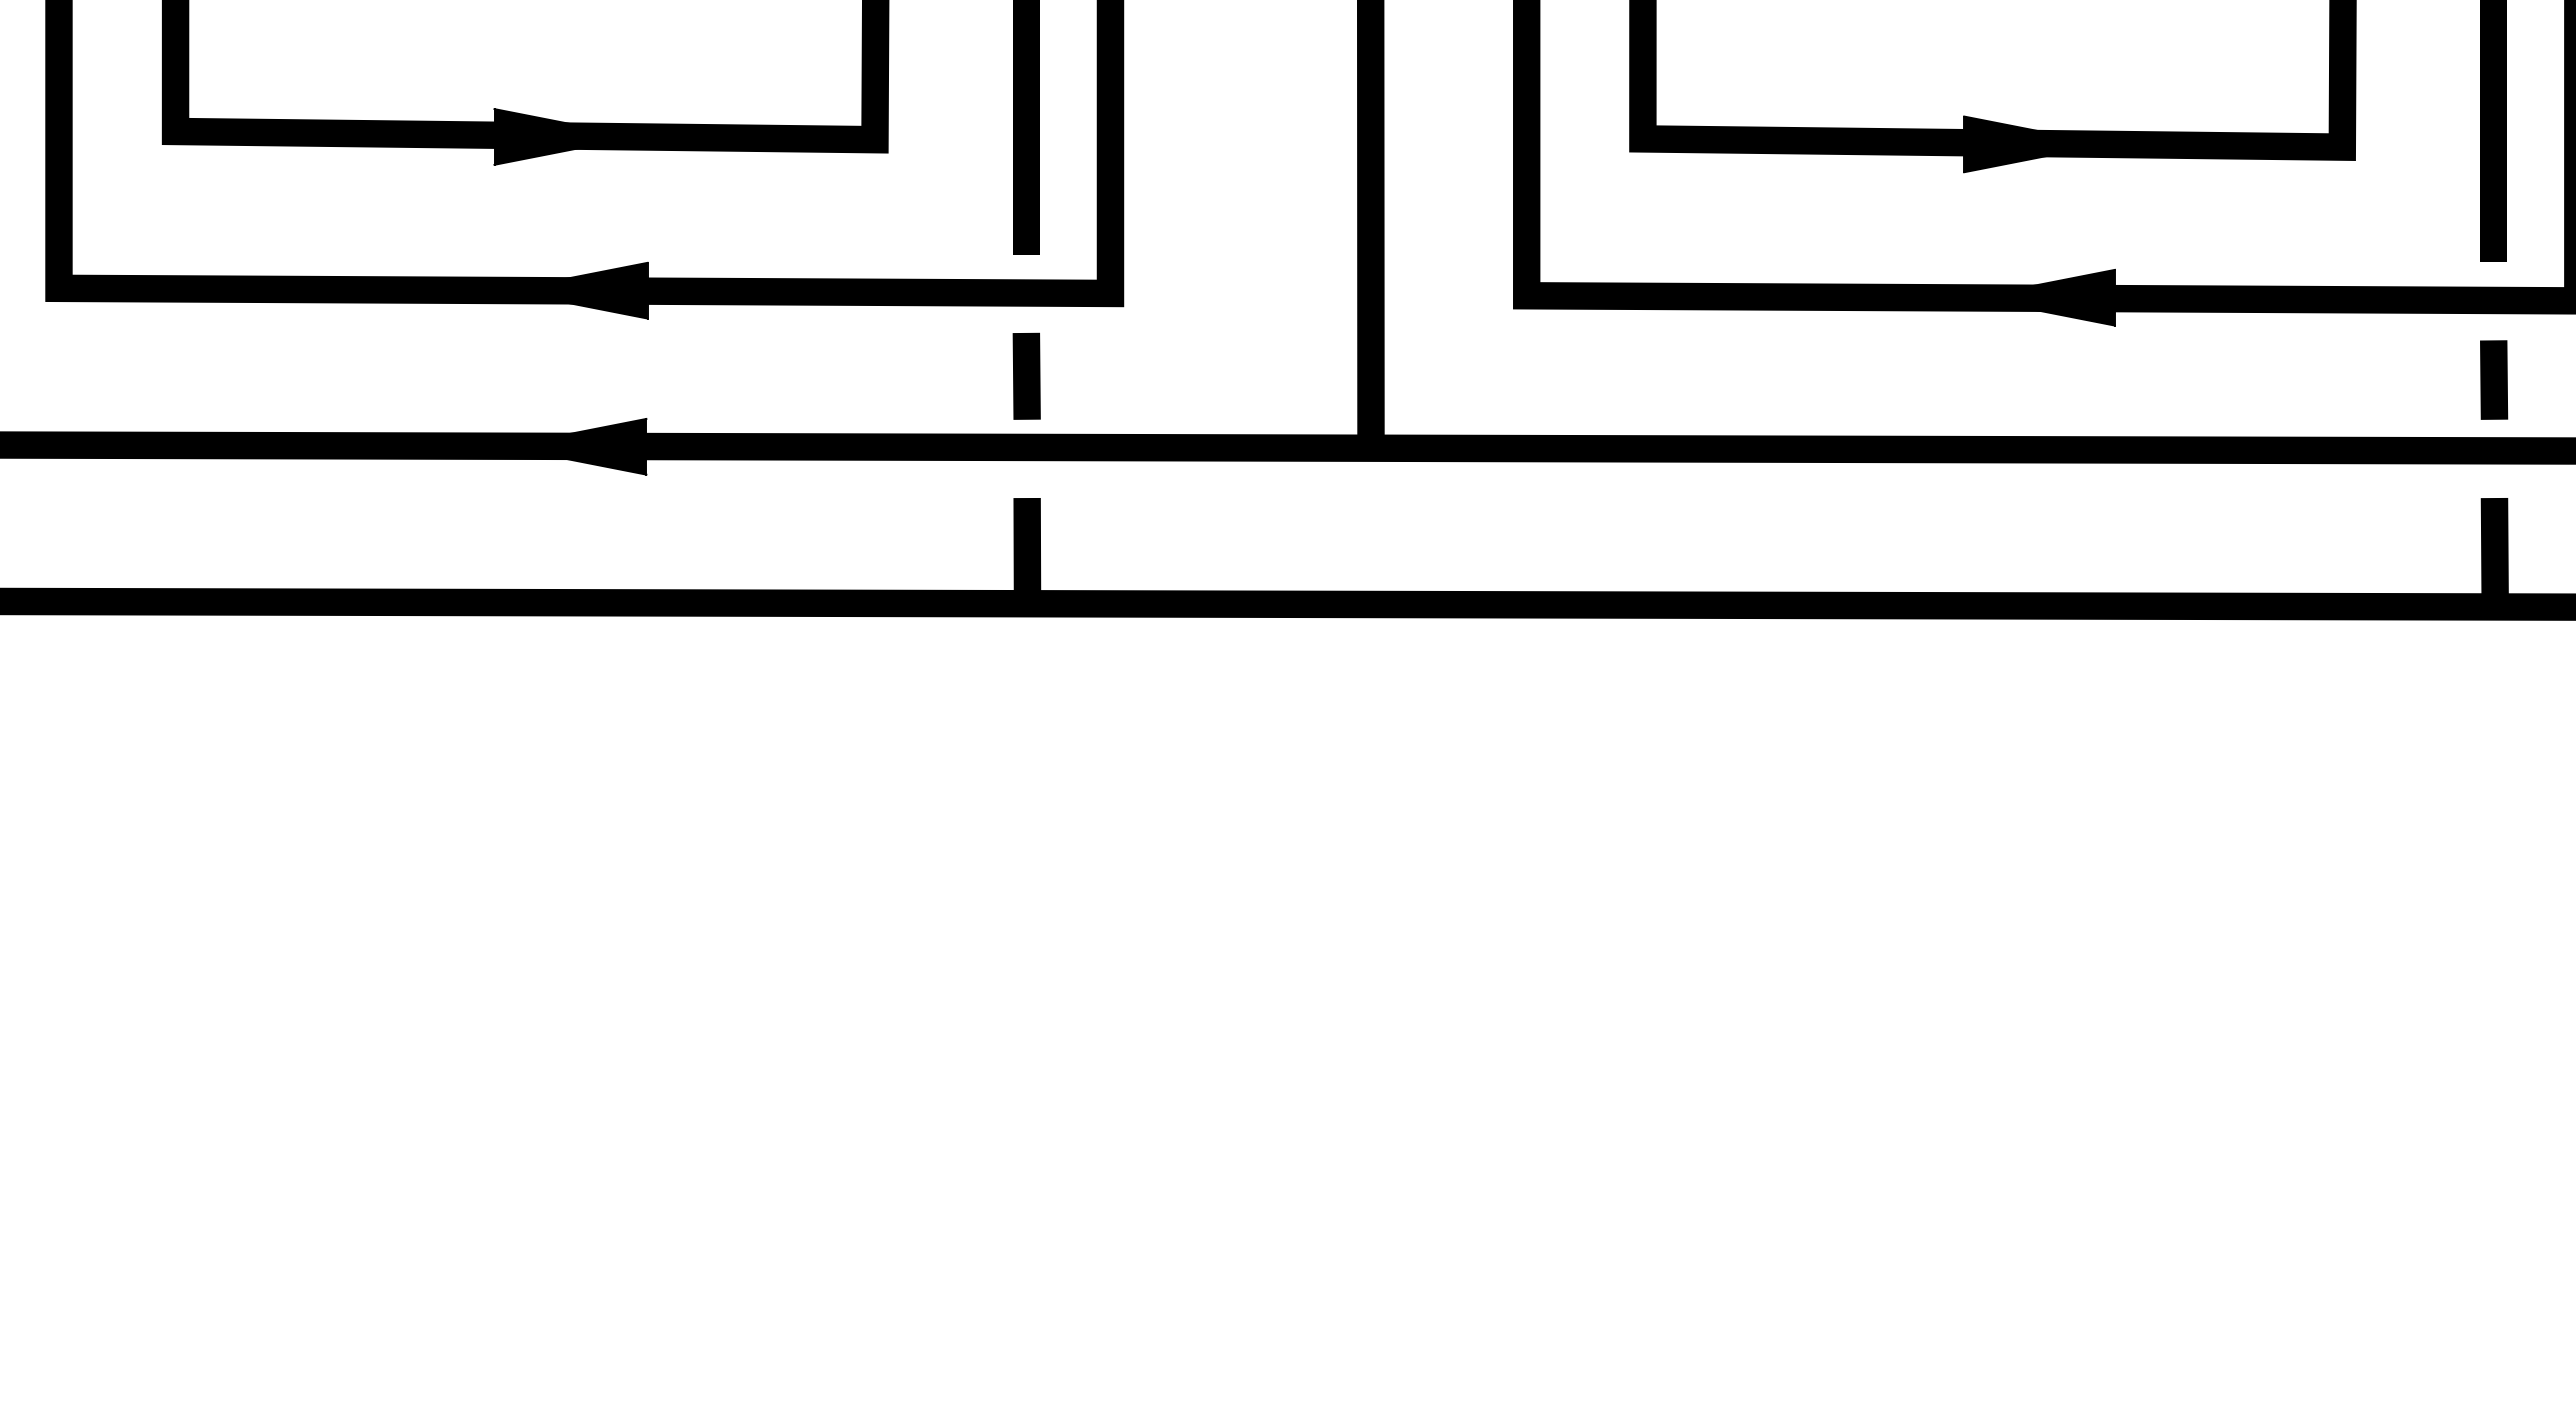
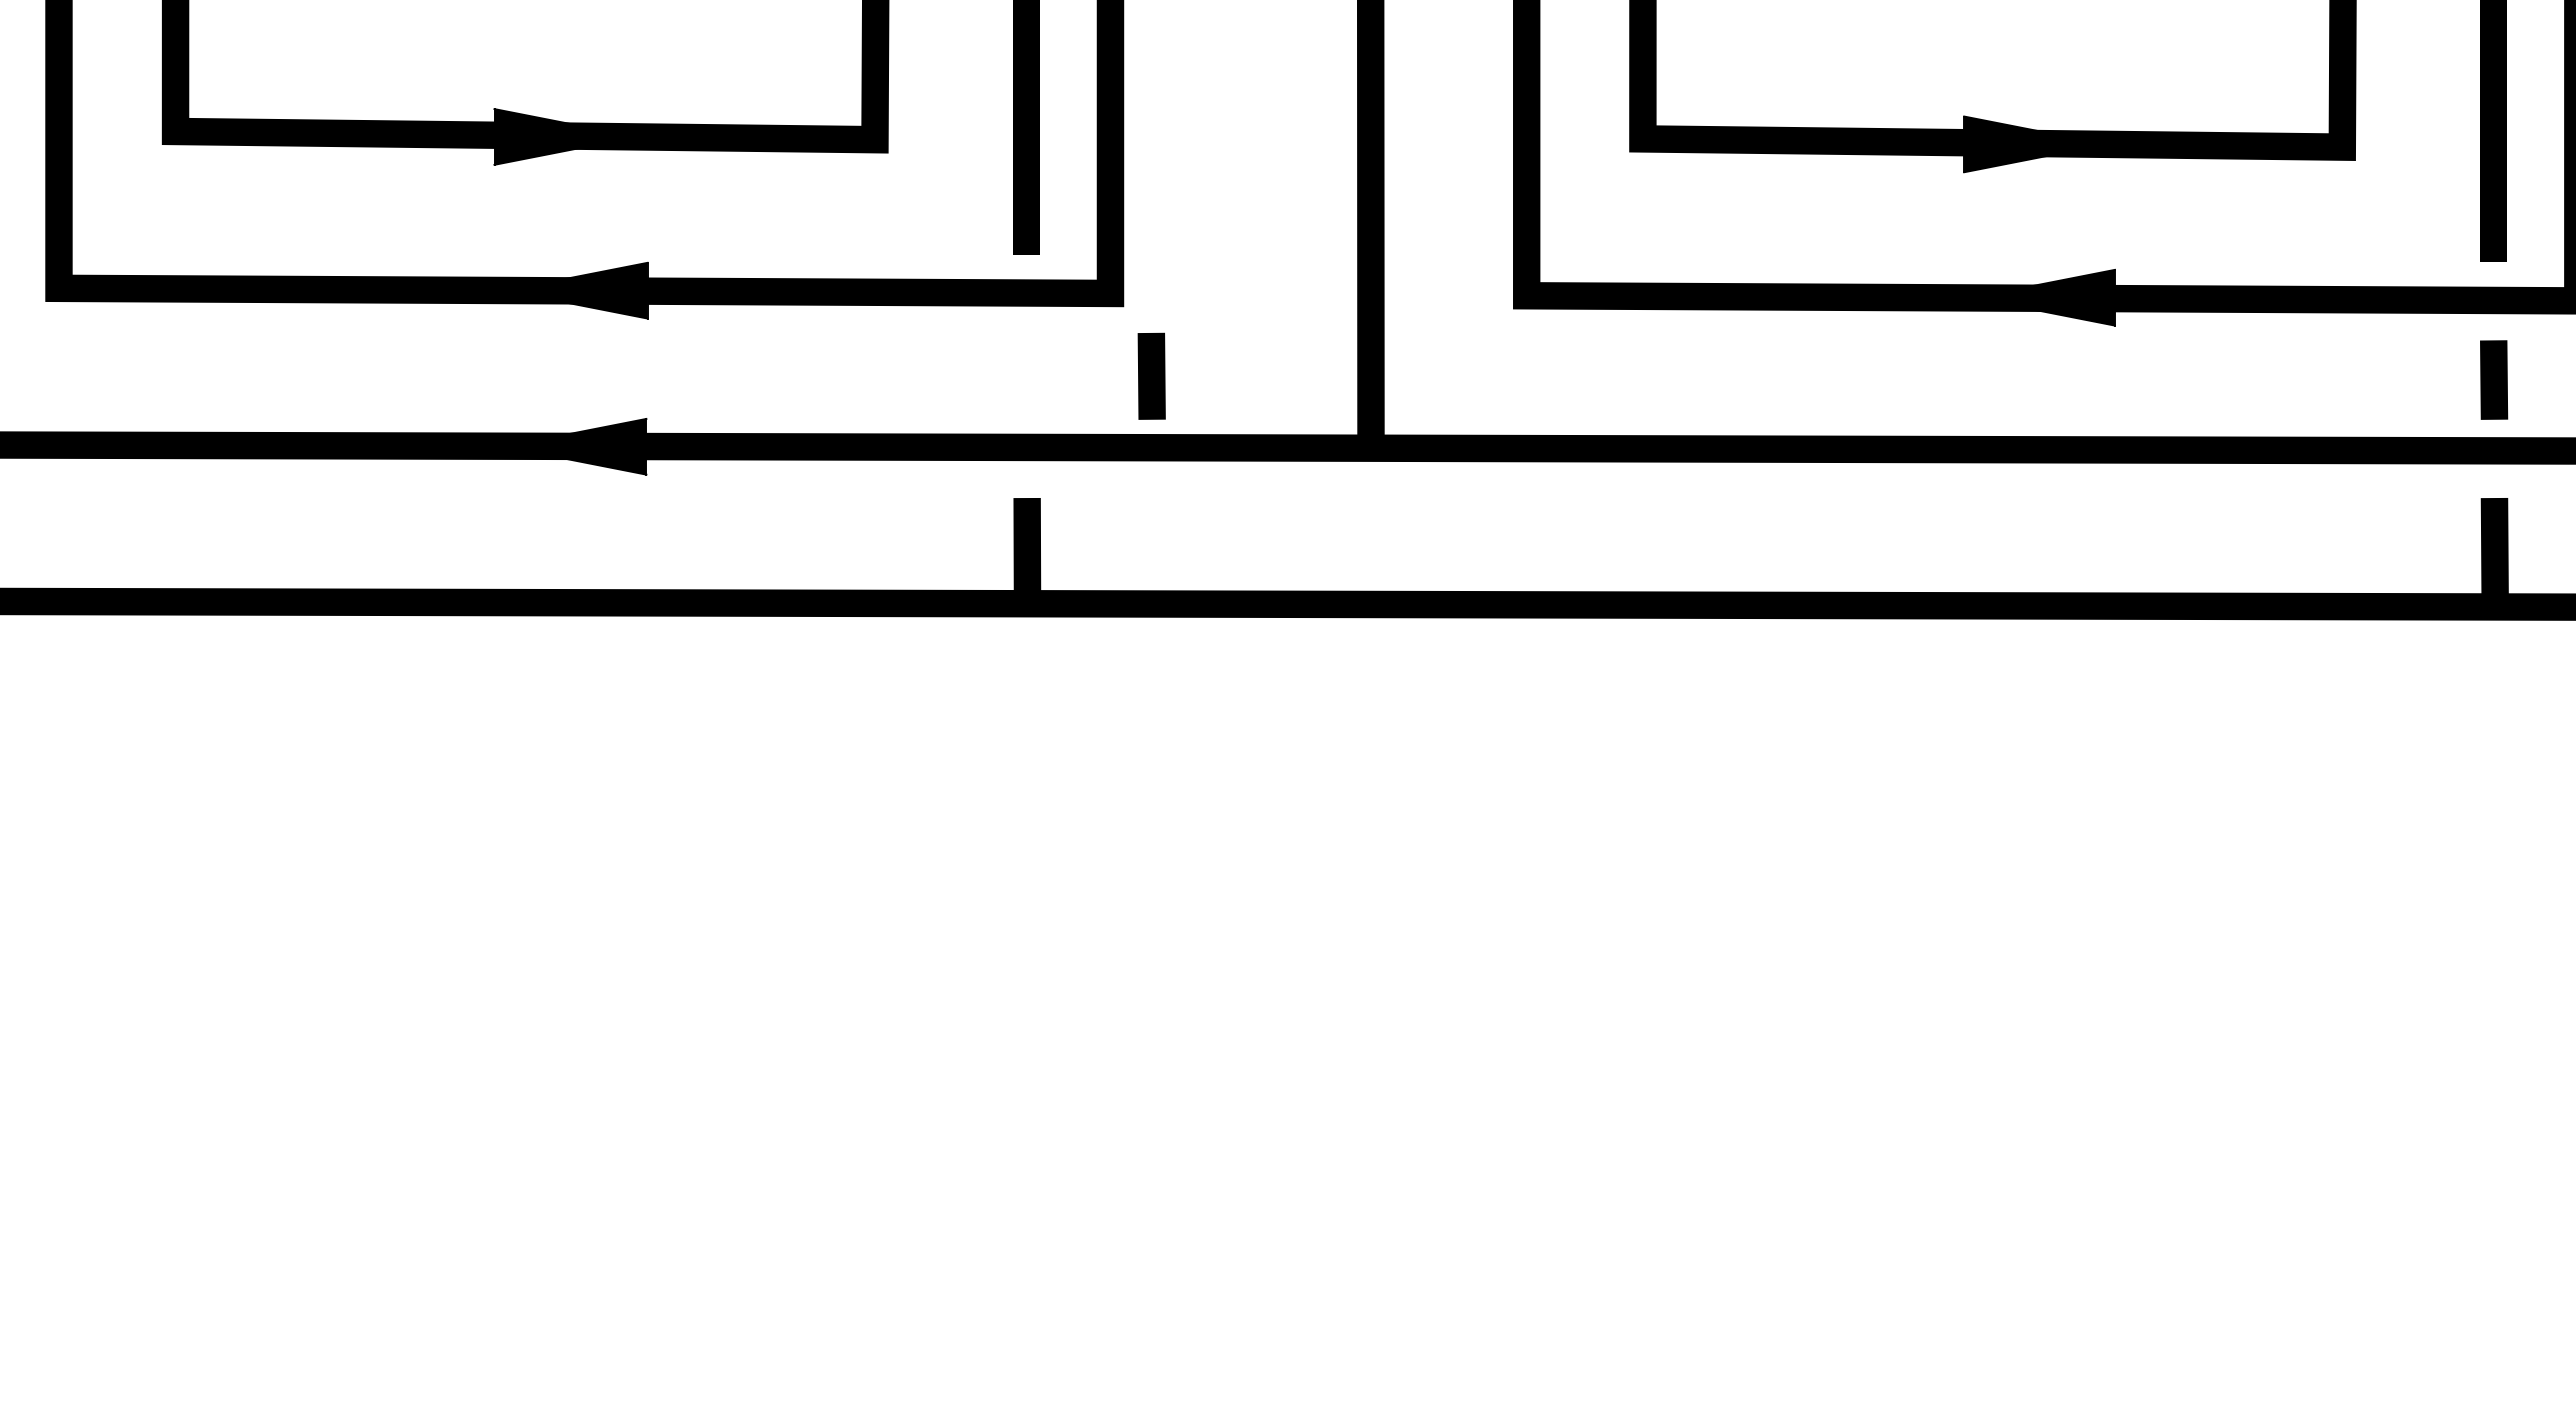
line at (1026, 375) position: (1026, 375) -> (1151, 375)
